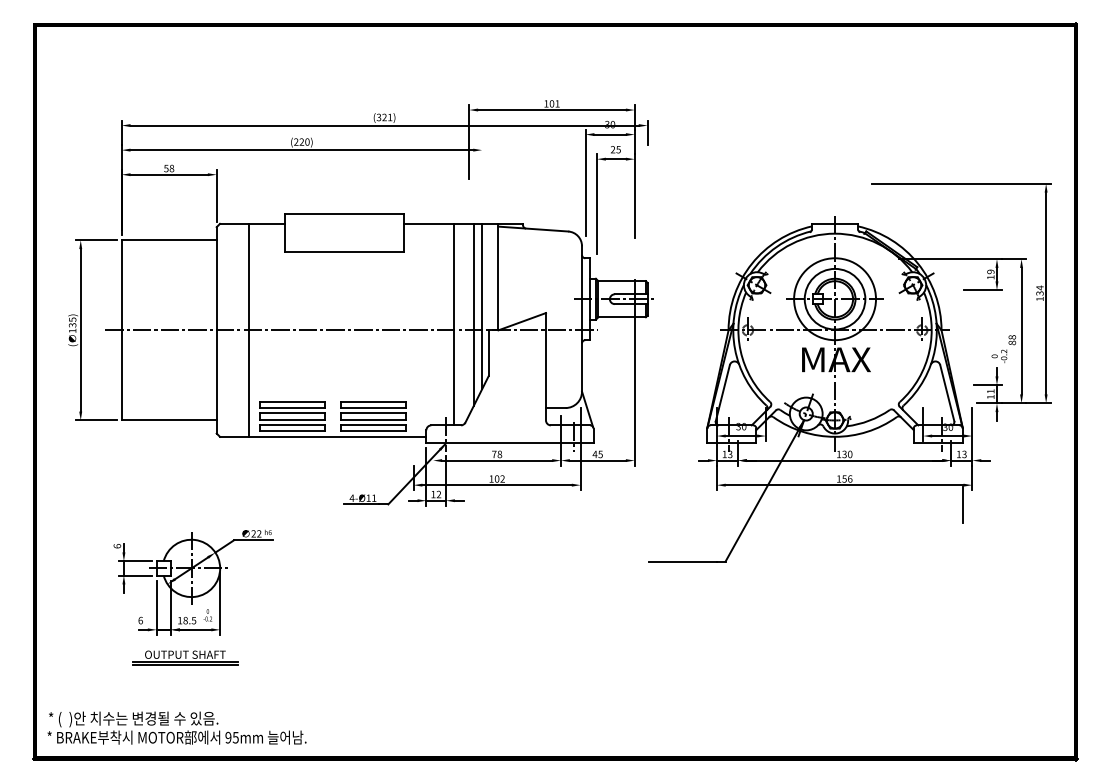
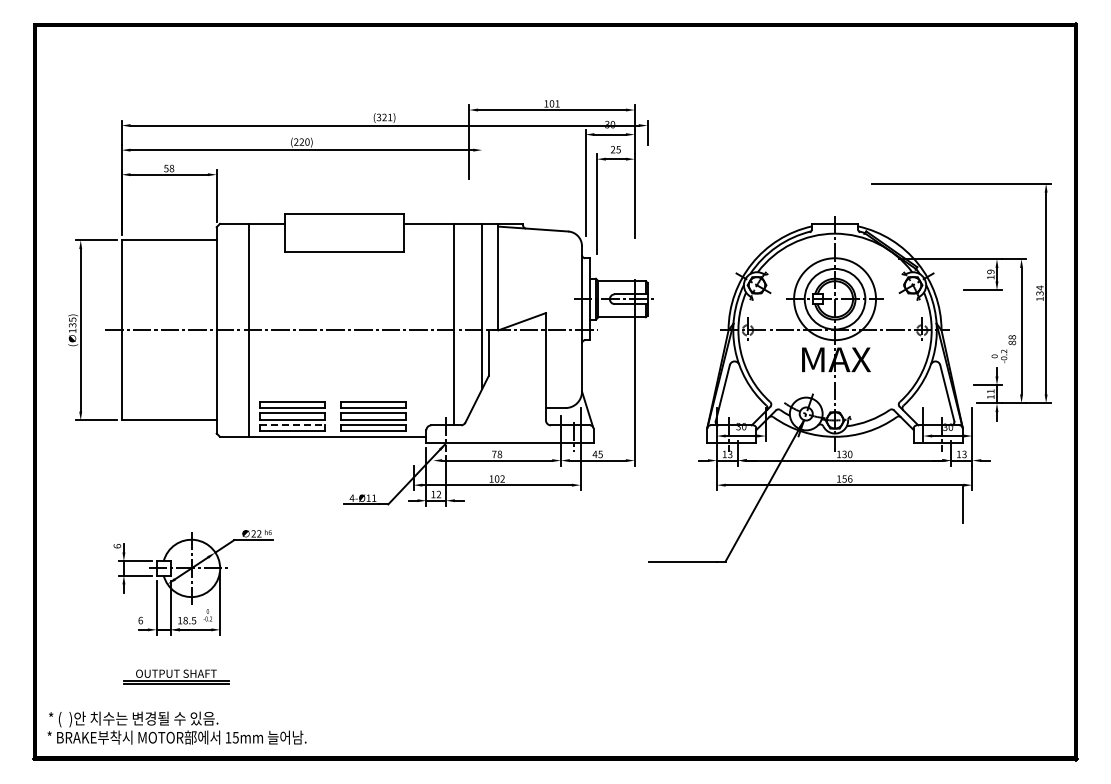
line at (473, 314): present -> none
line at (293, 424): solid -> dashed
part at (185, 657) position: (185, 657) -> (176, 676)
text at (228, 737): 95mm -> 15mm
